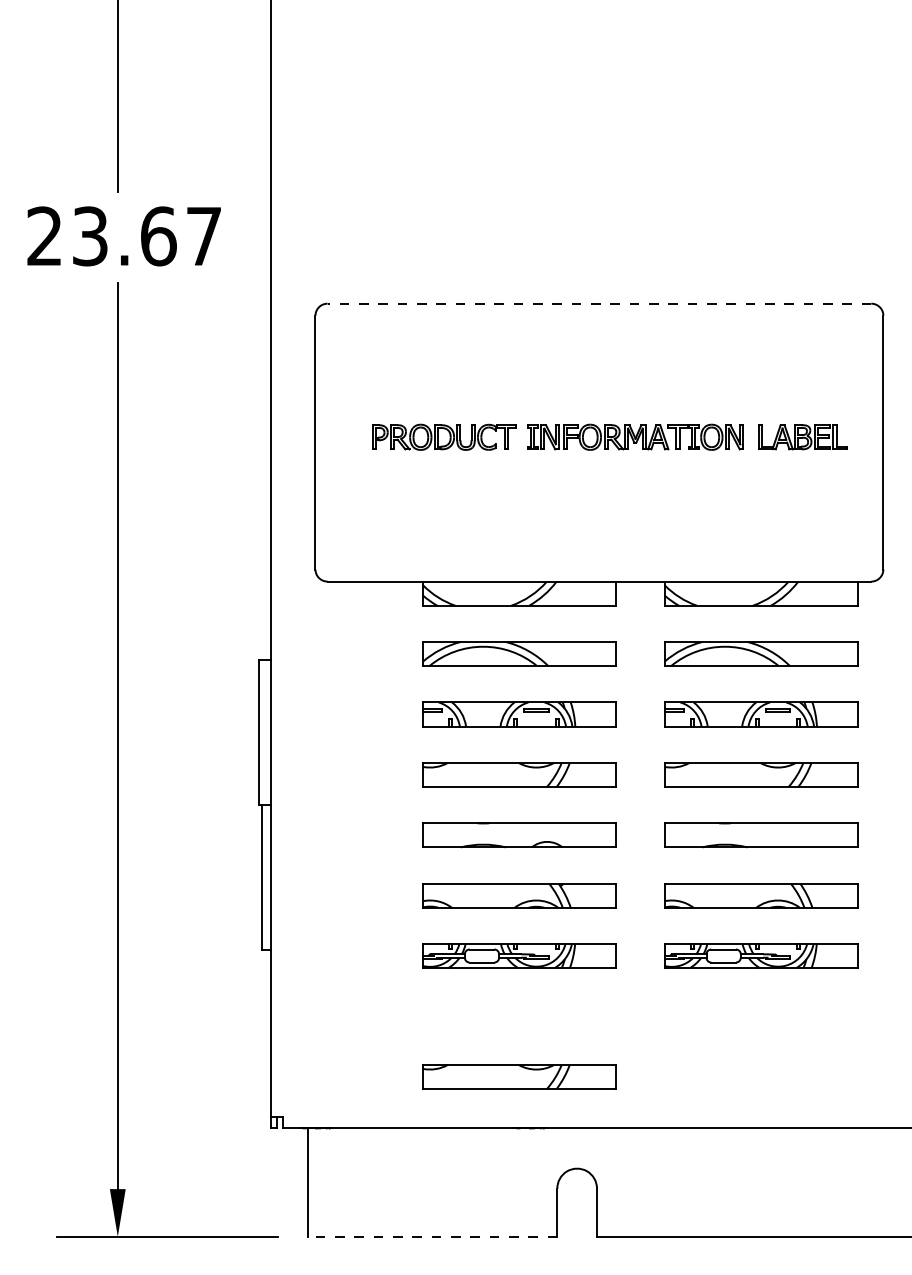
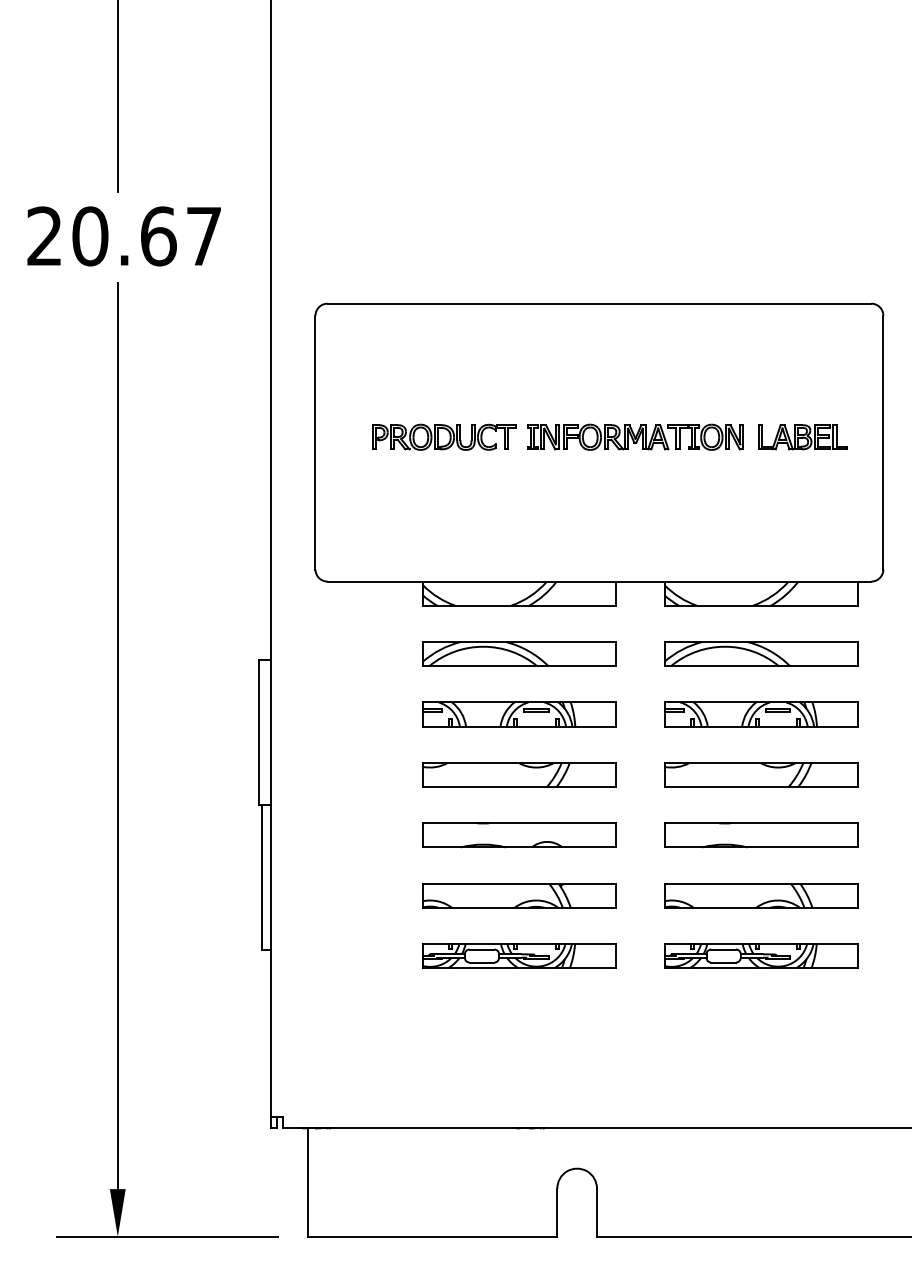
text at (90, 236): 23.67 -> 20.67
line at (599, 303): dashed -> solid
part at (519, 1076): present -> none
line at (432, 1236): dashed -> solid
